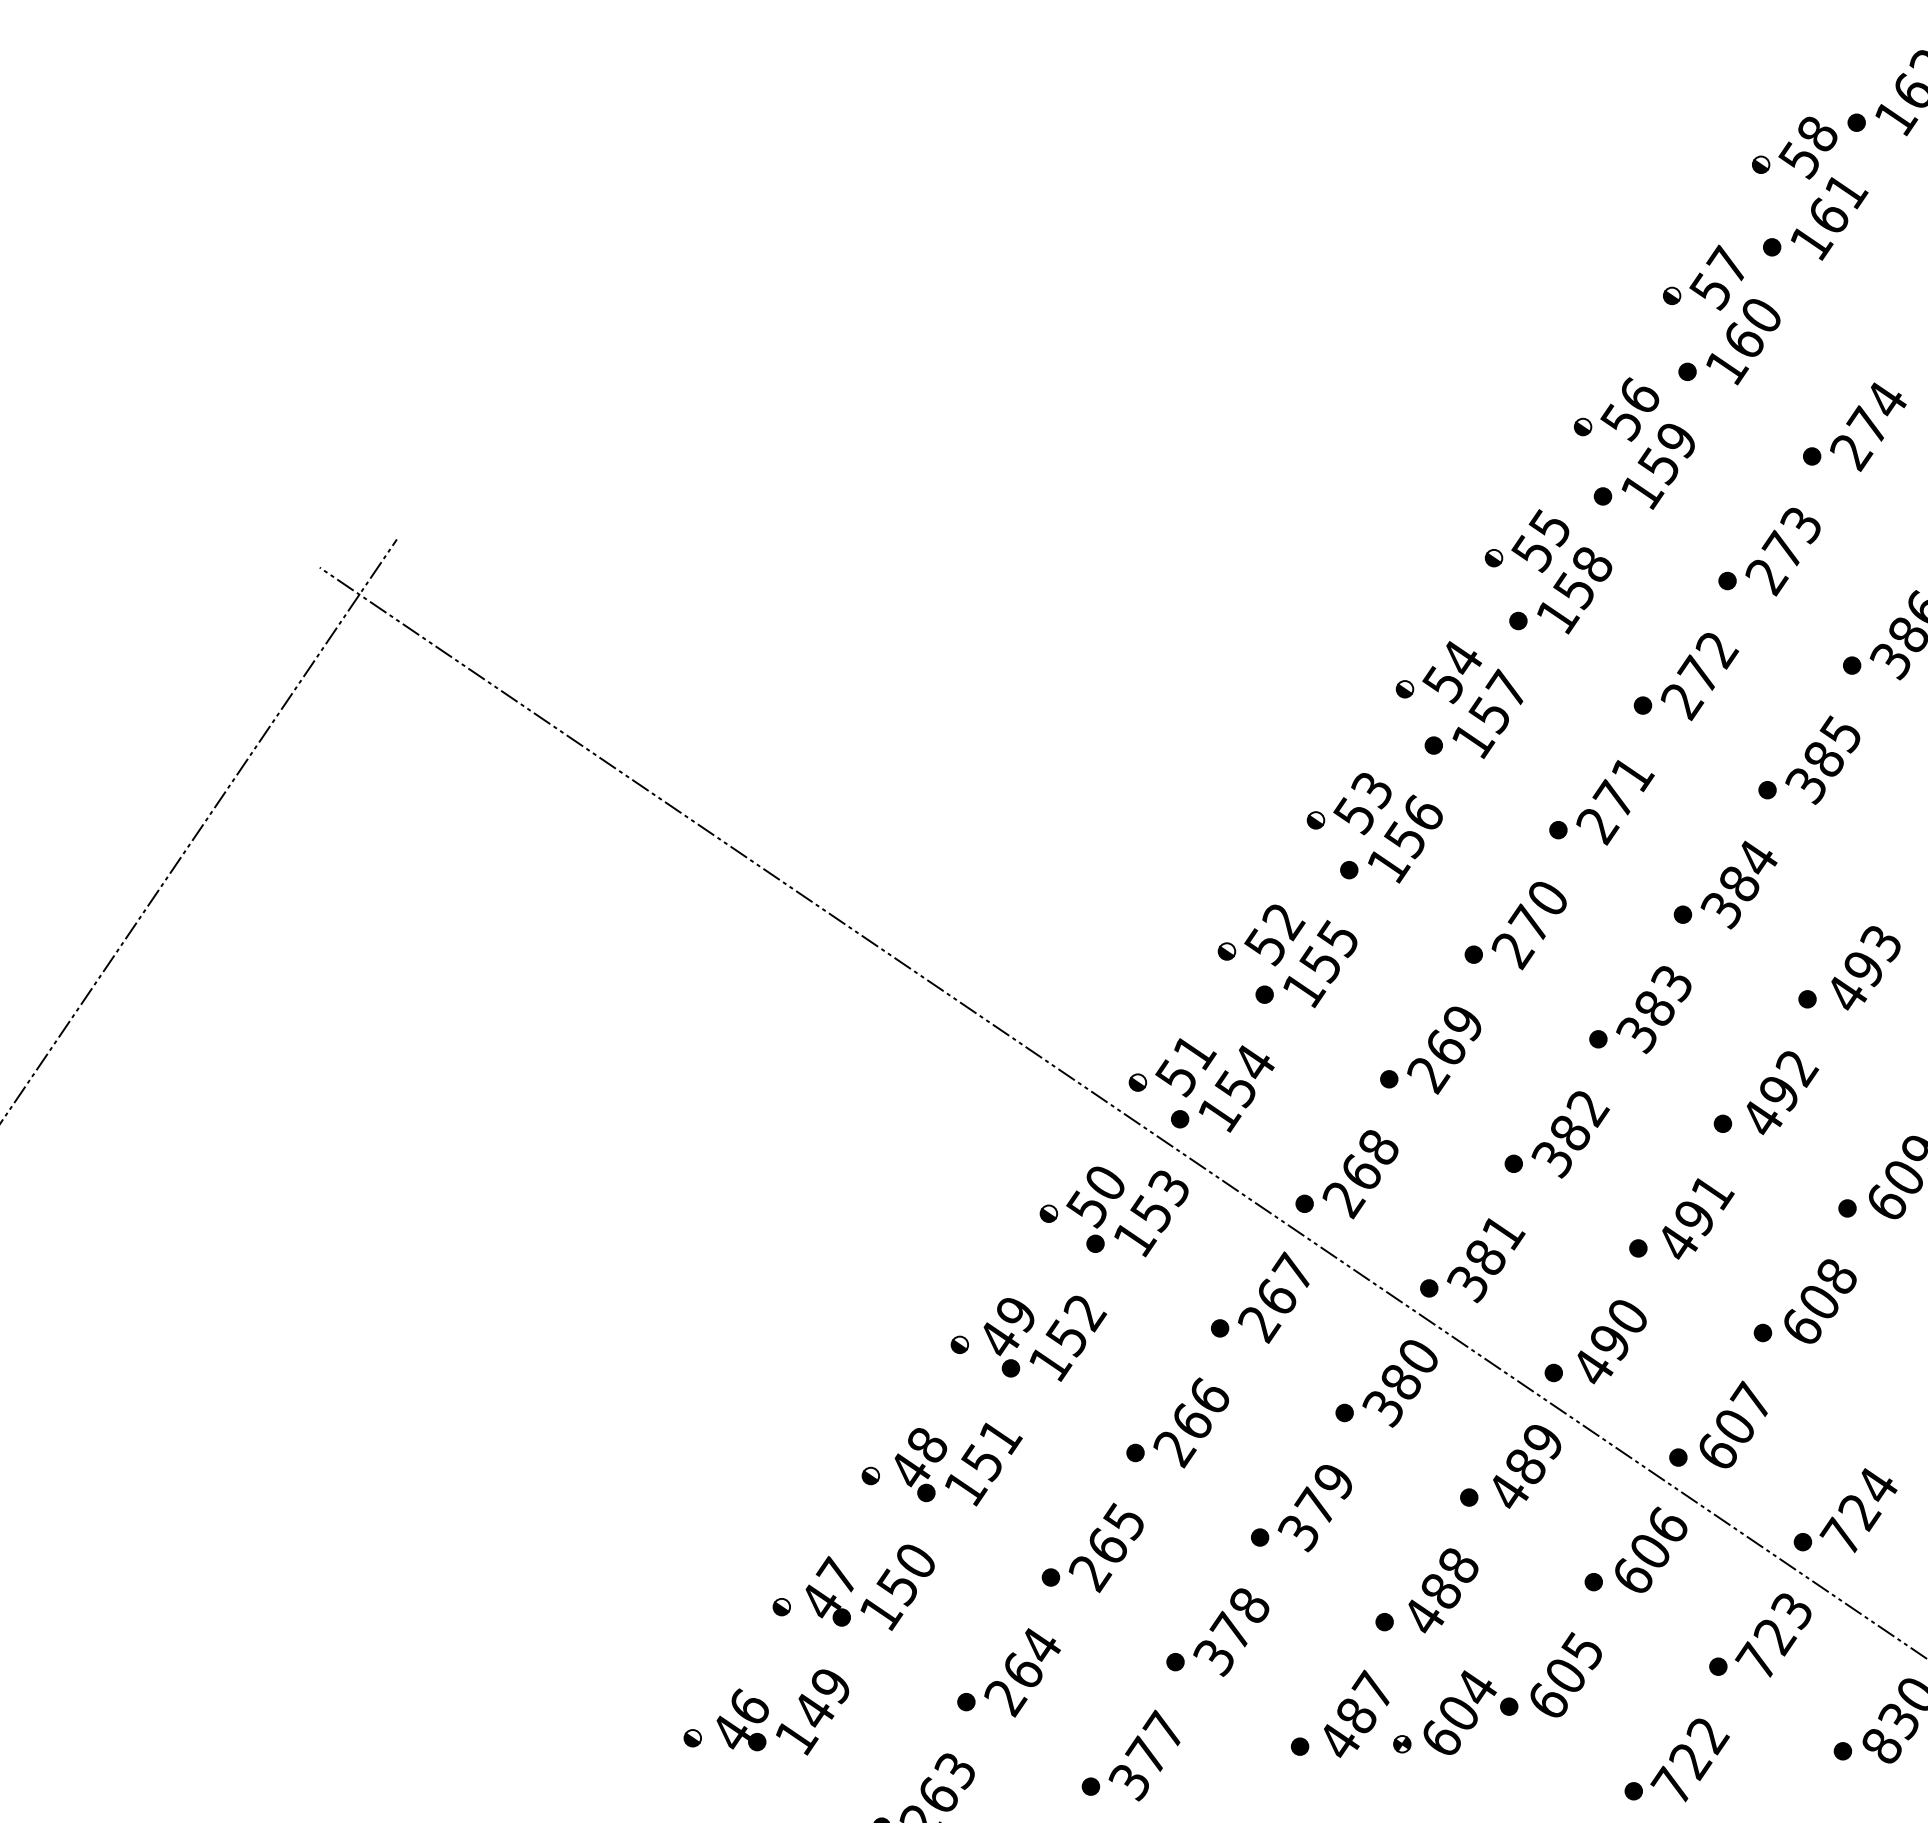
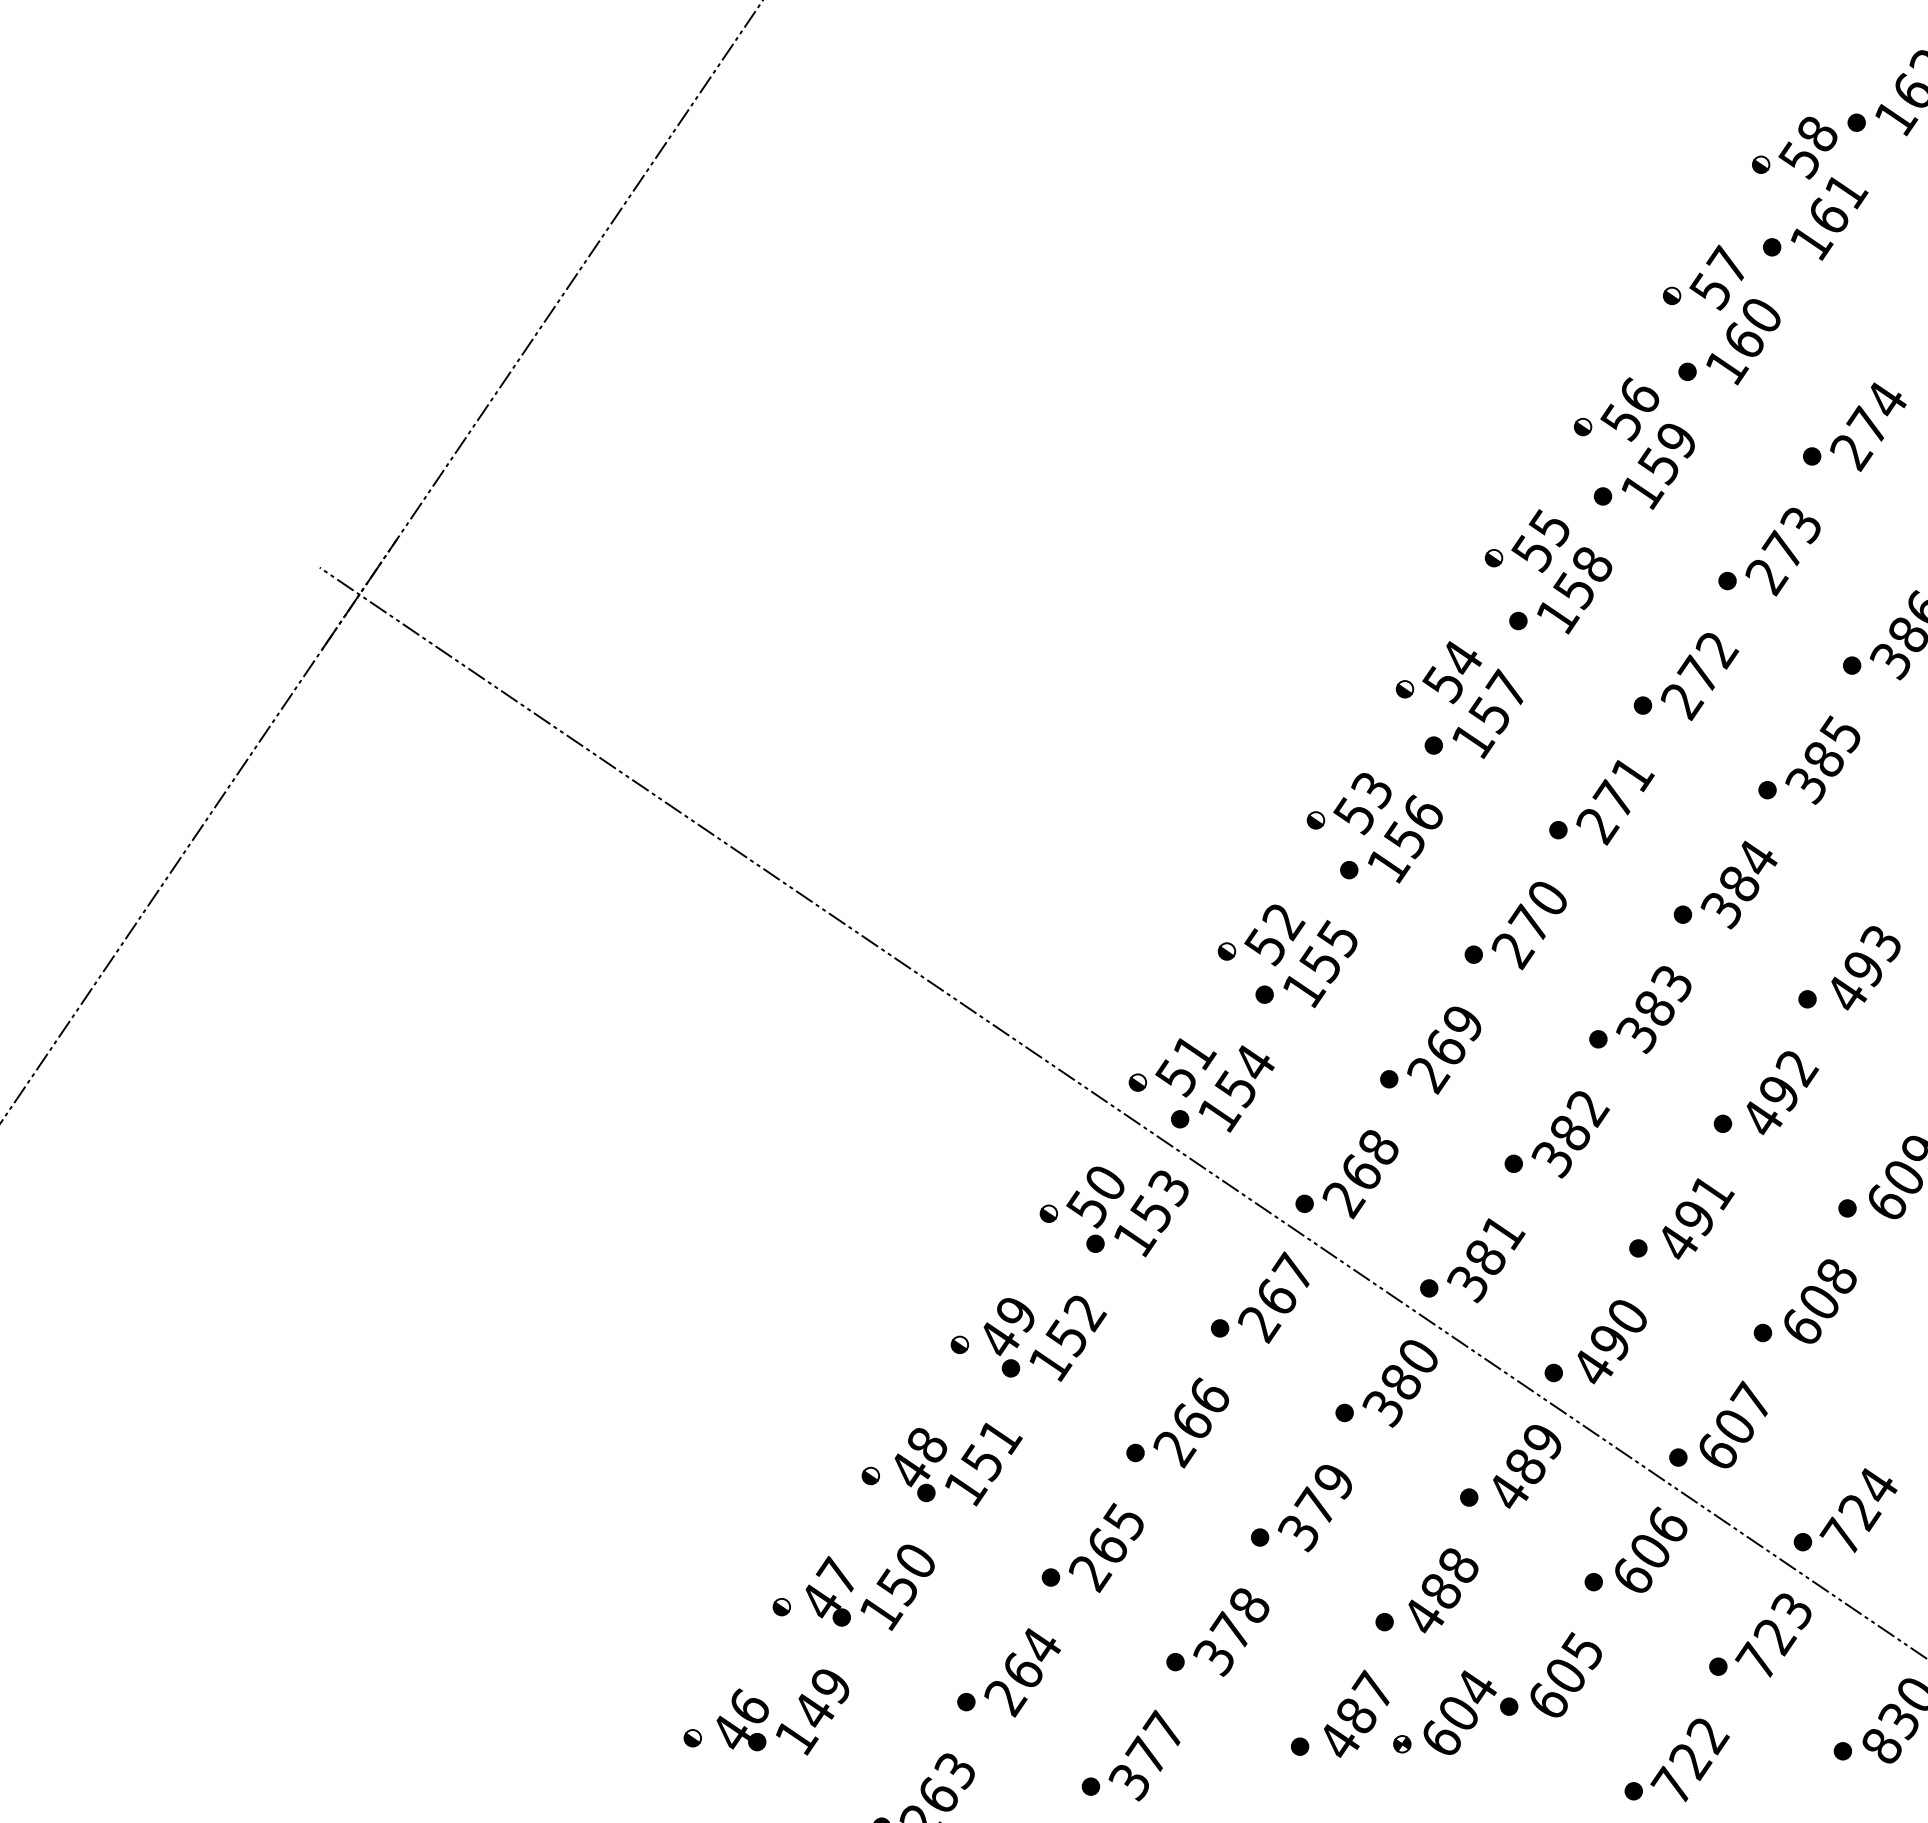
line at (541, 326): none -> present
